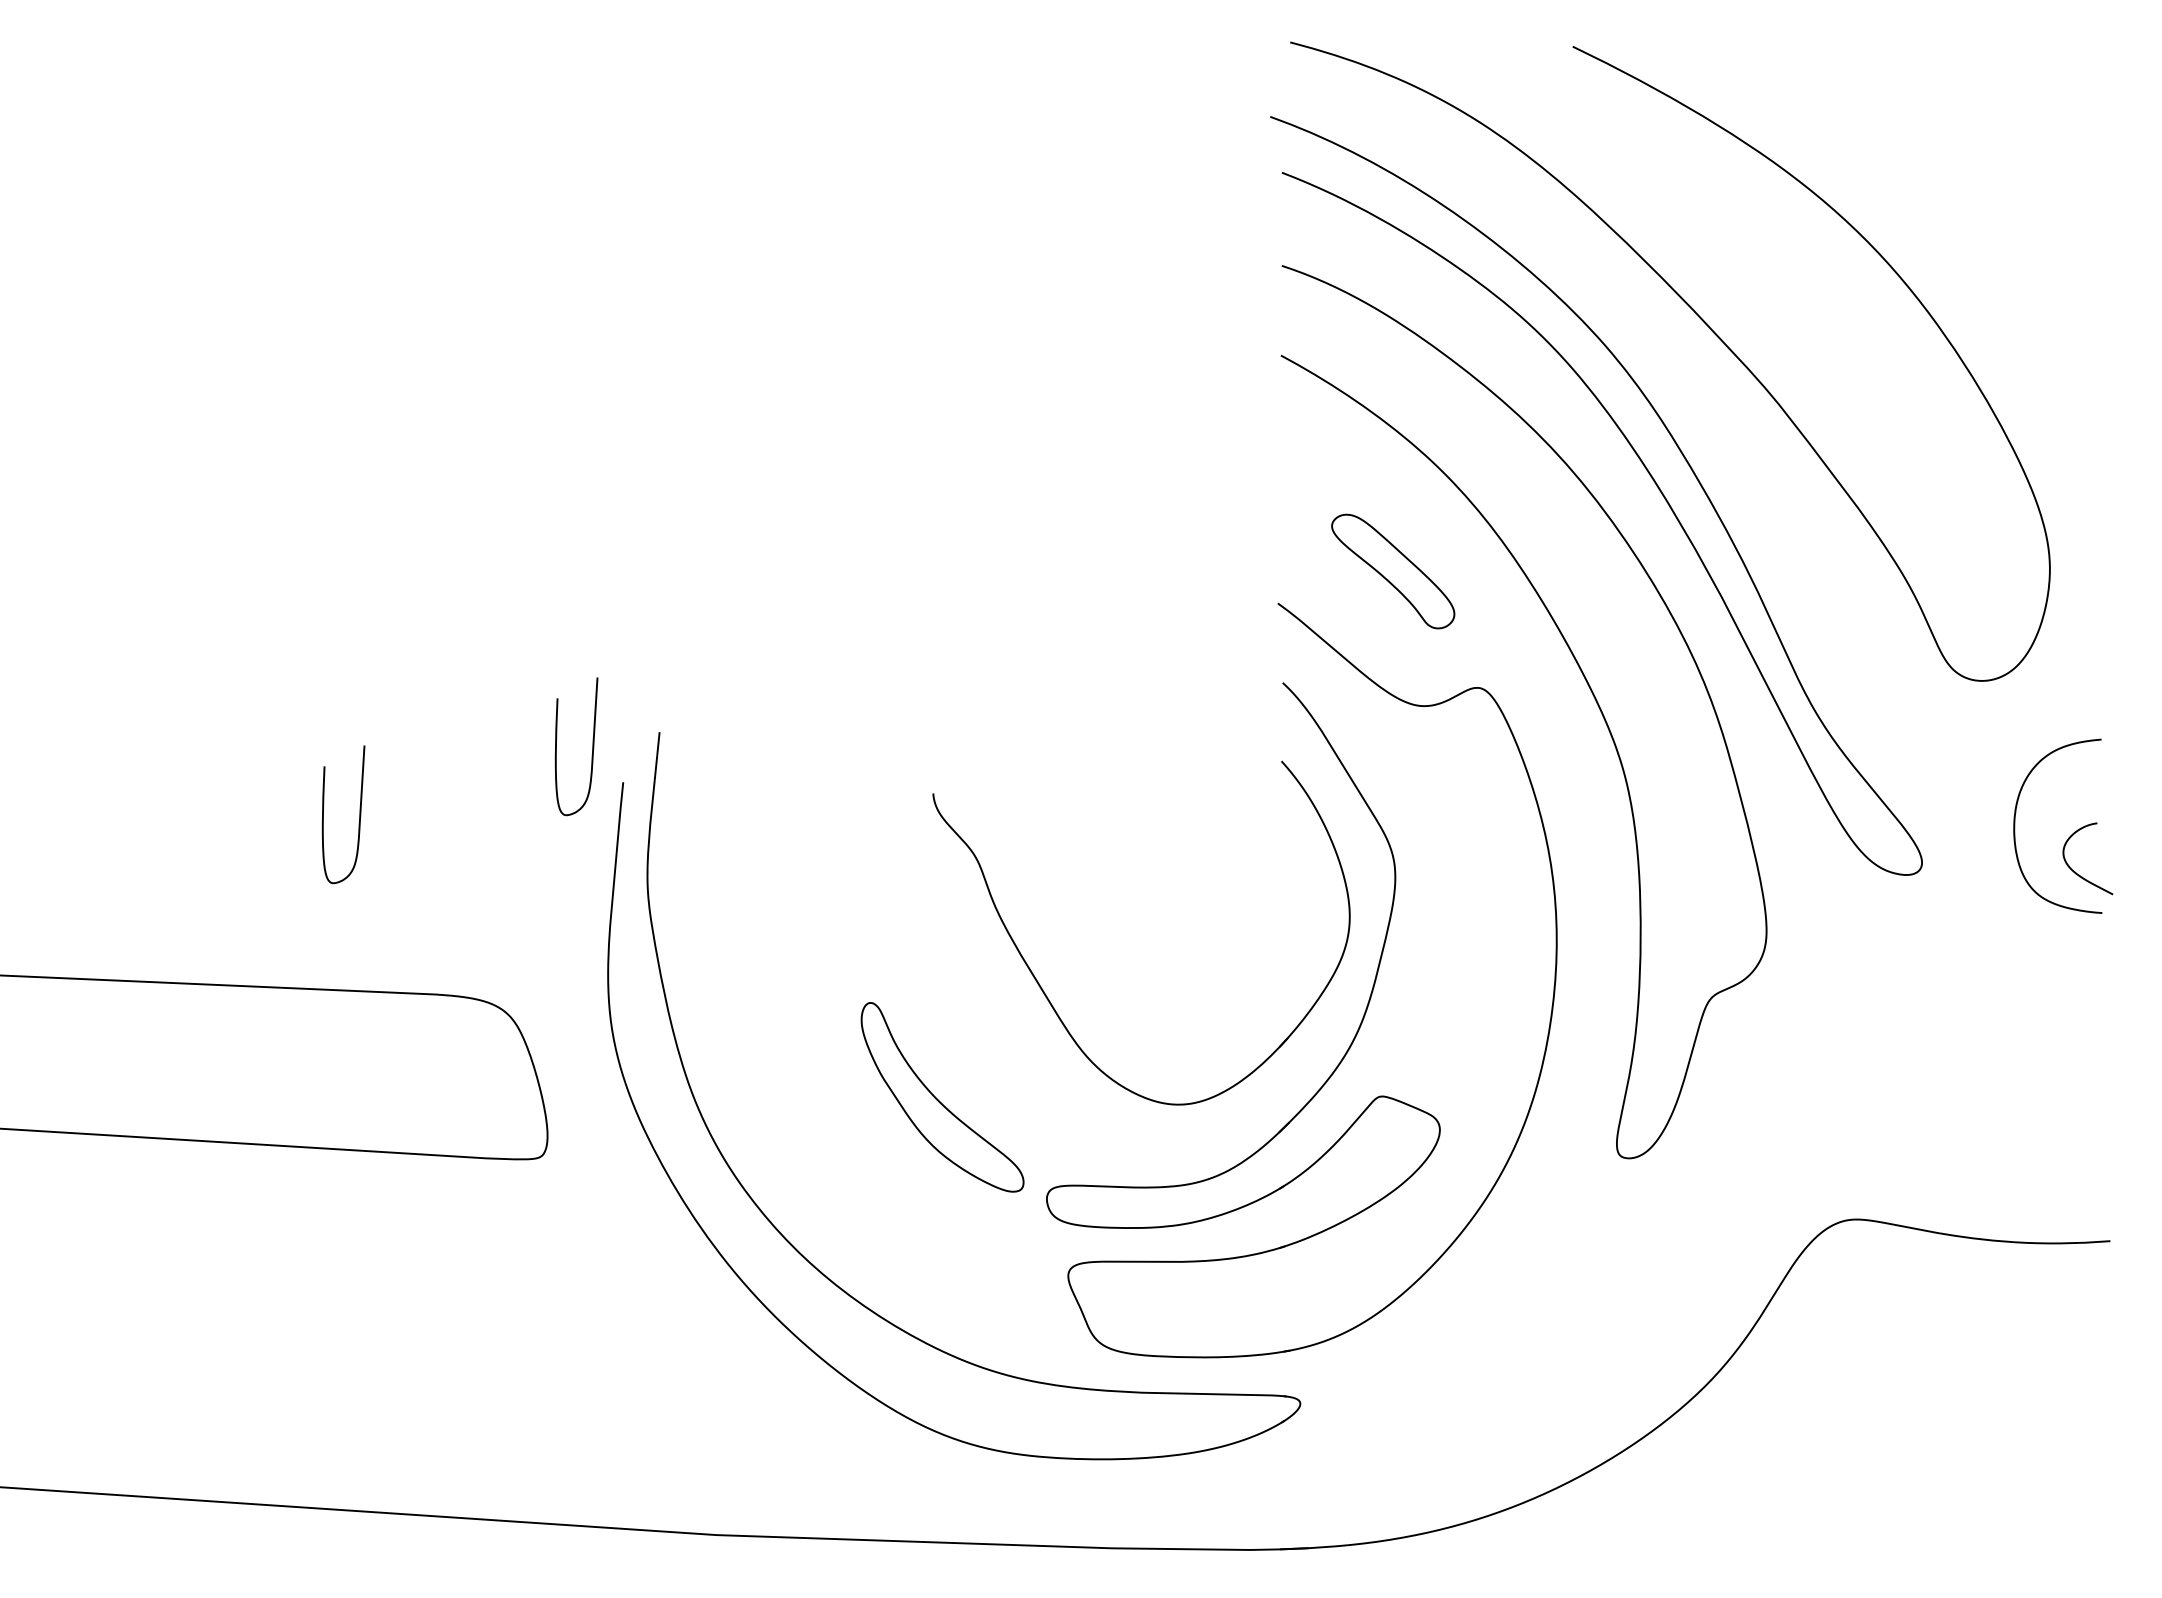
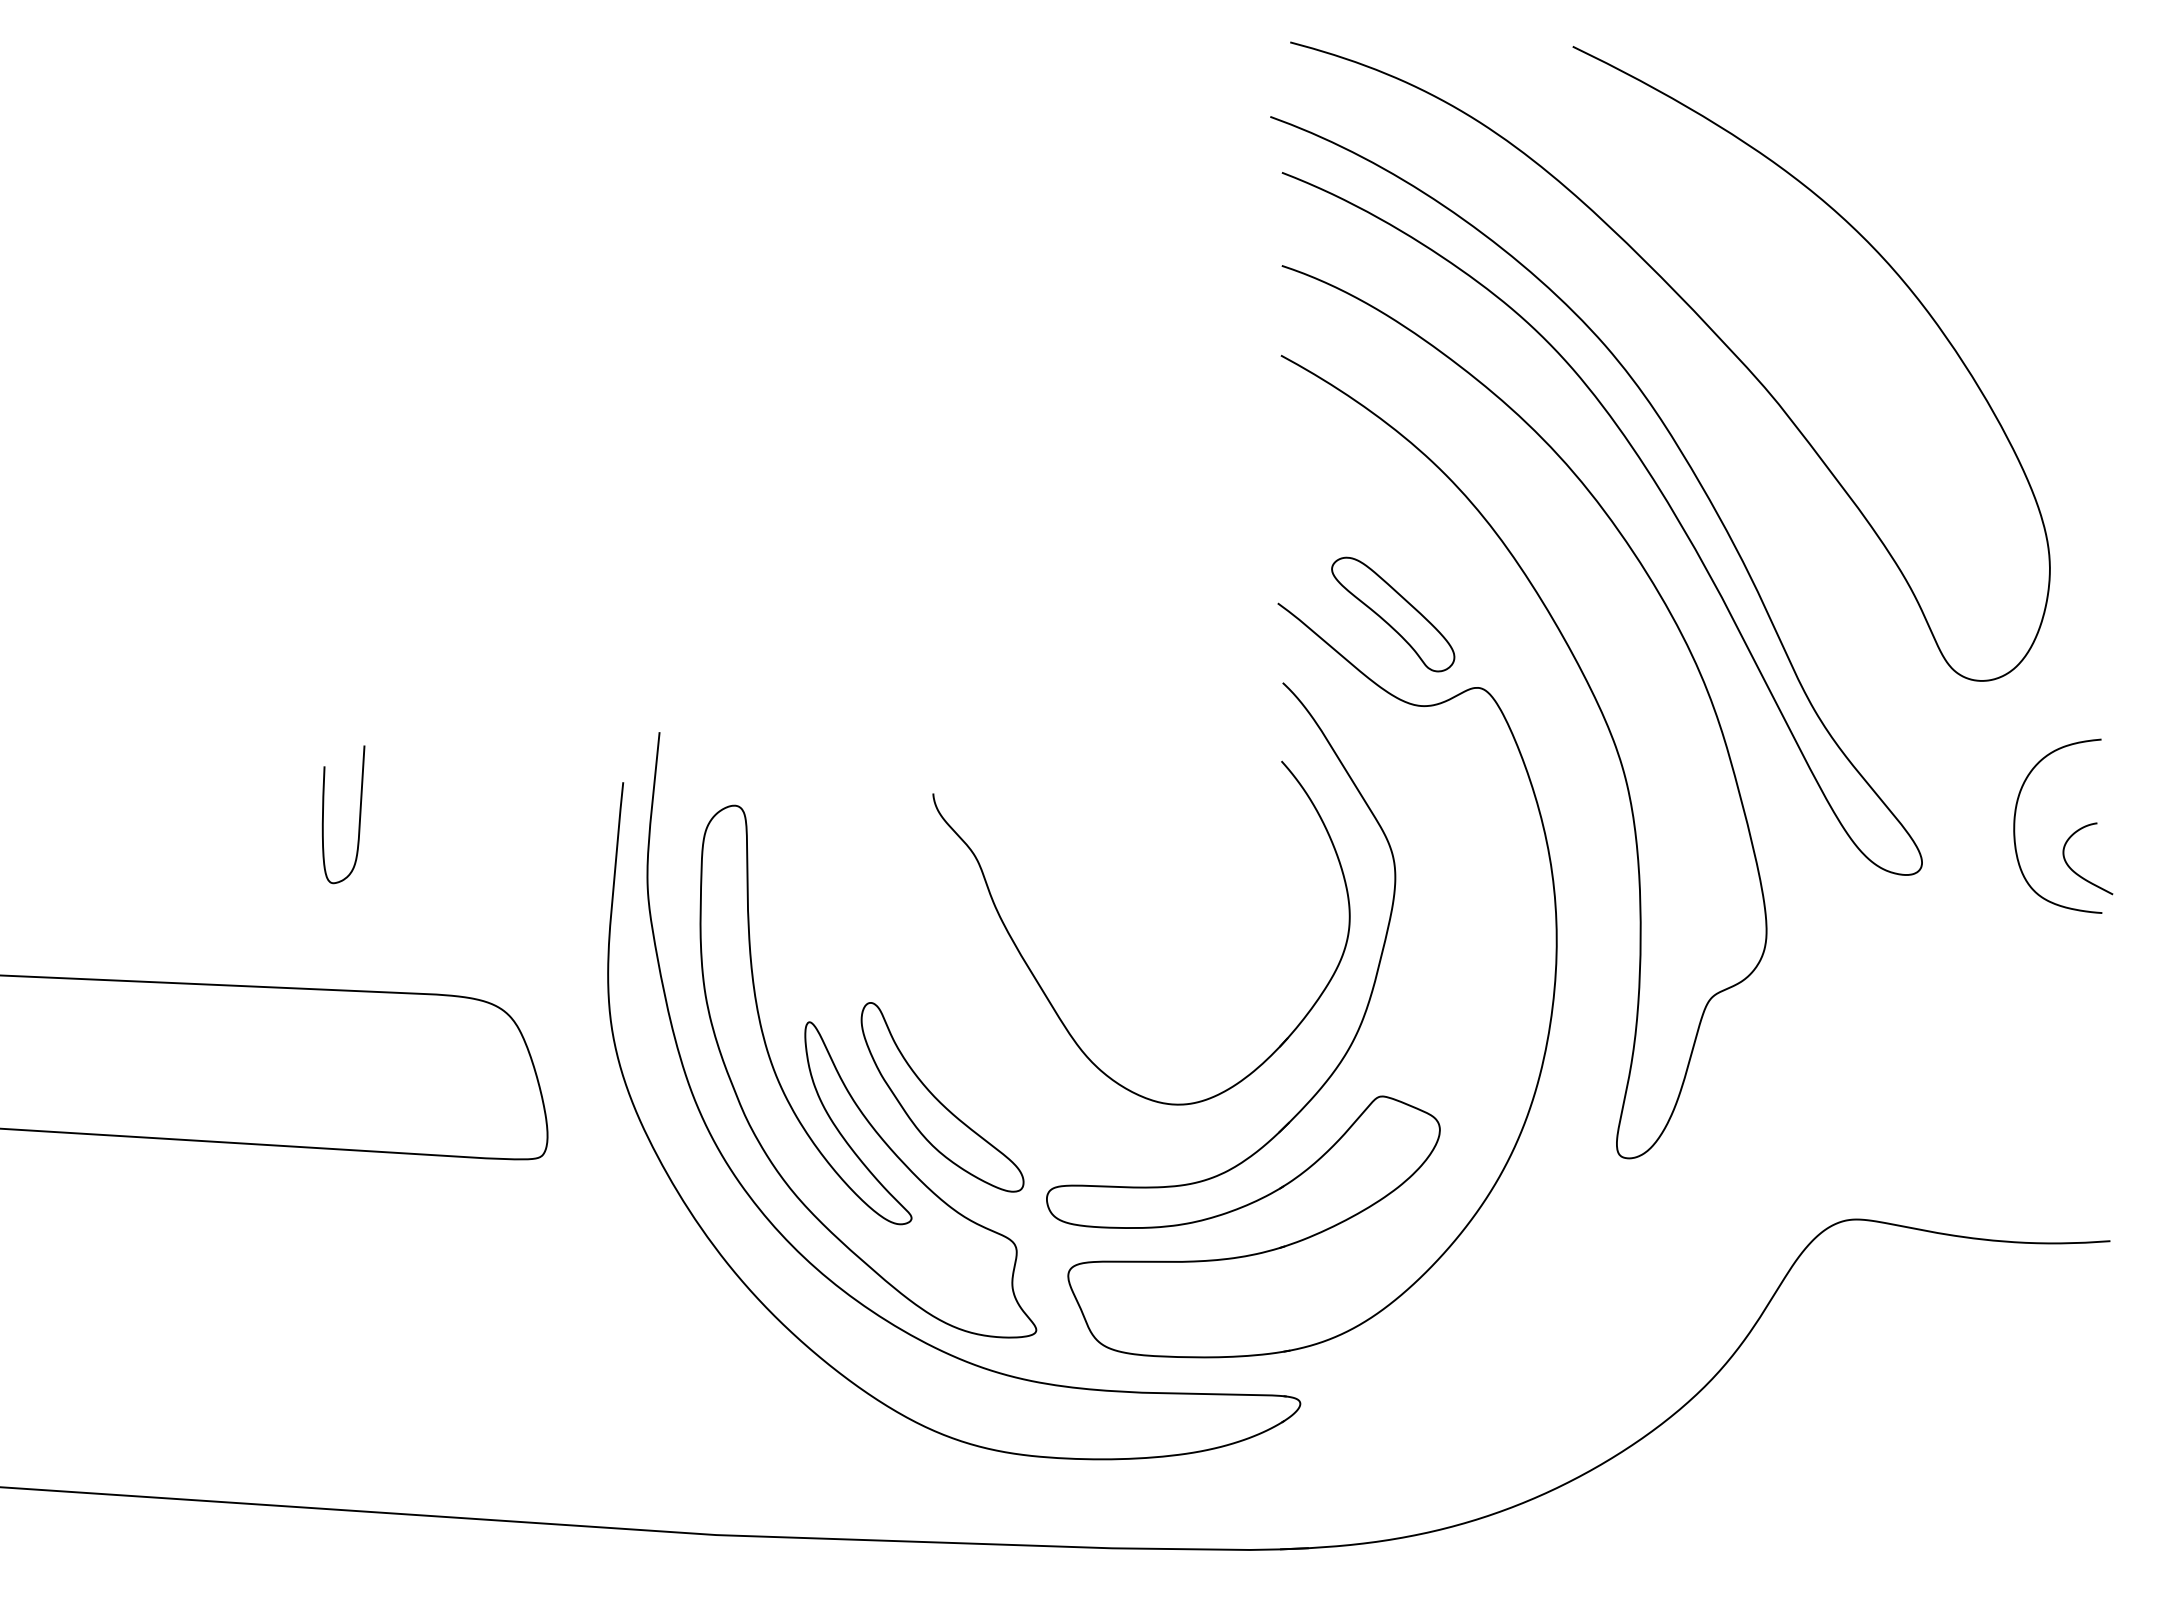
part at (1393, 571) position: (1393, 571) -> (1393, 614)
curve at (592, 746): present -> none
part at (844, 1082): none -> present
